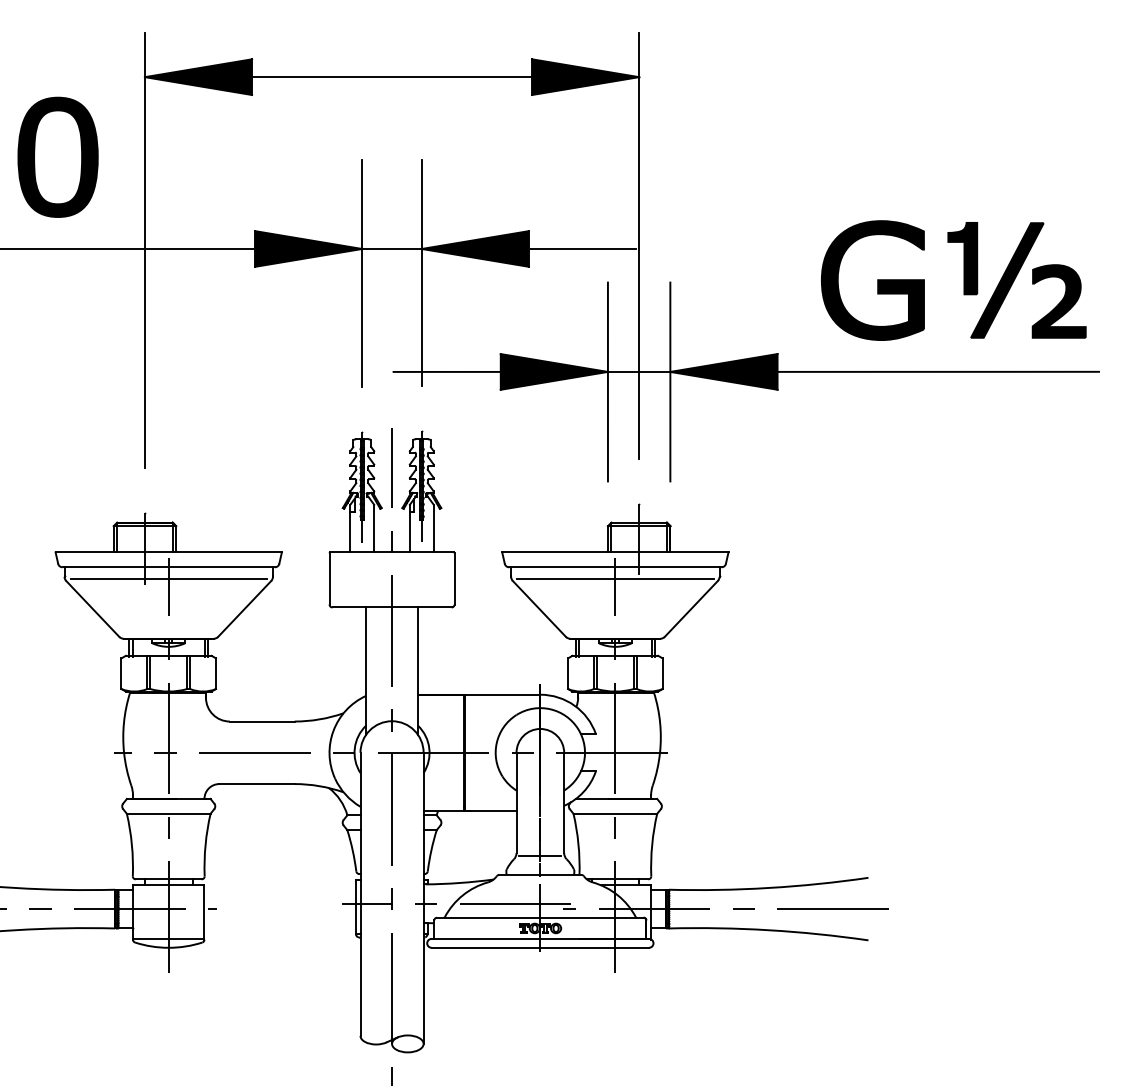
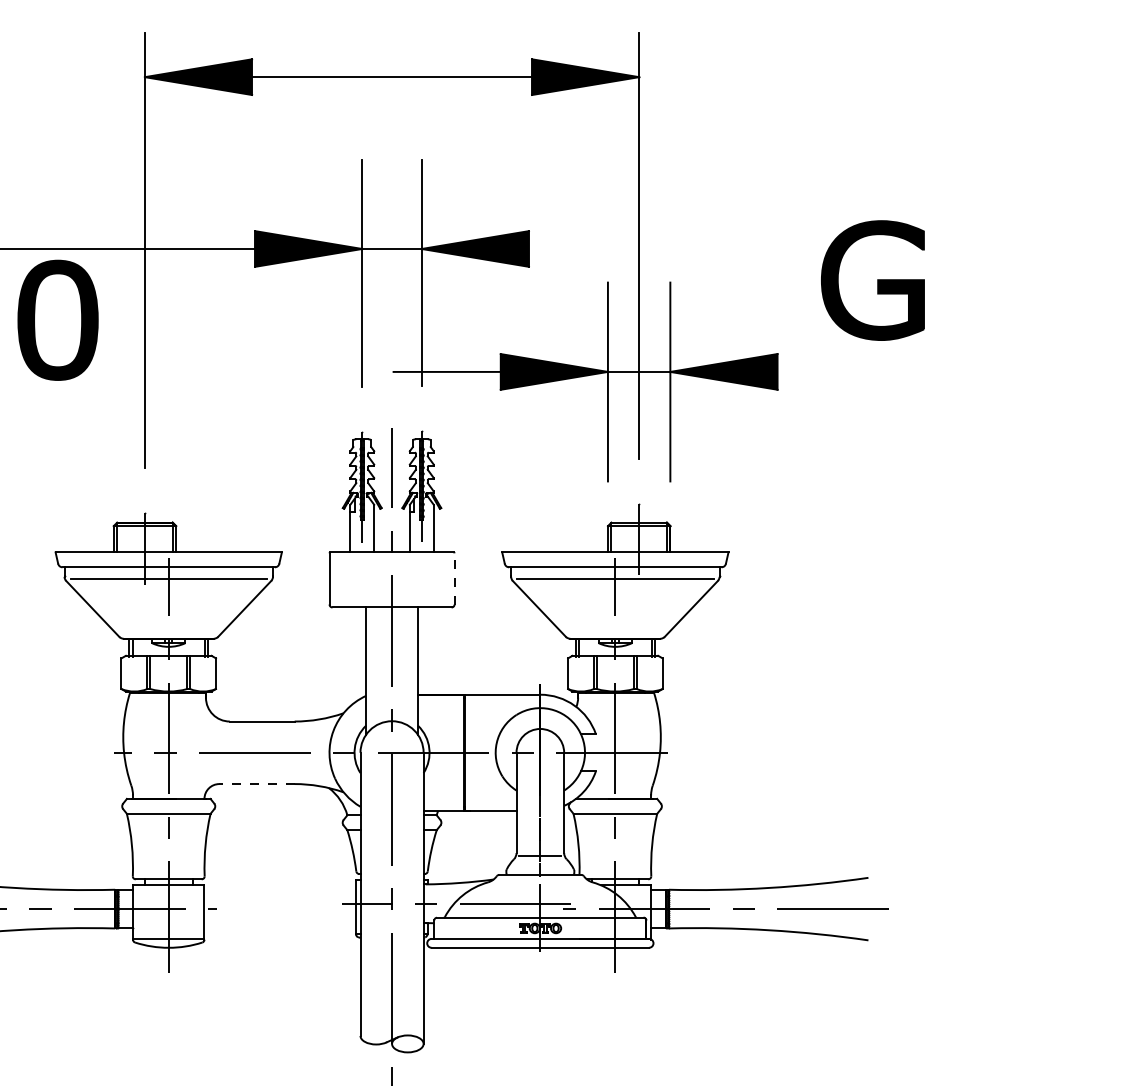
part at (57, 156) position: (57, 156) -> (57, 319)
line at (582, 248): present -> none
part at (1016, 280): present -> none
line at (938, 371): present -> none
line at (454, 578): solid -> dashed
line at (257, 784): solid -> dashed
